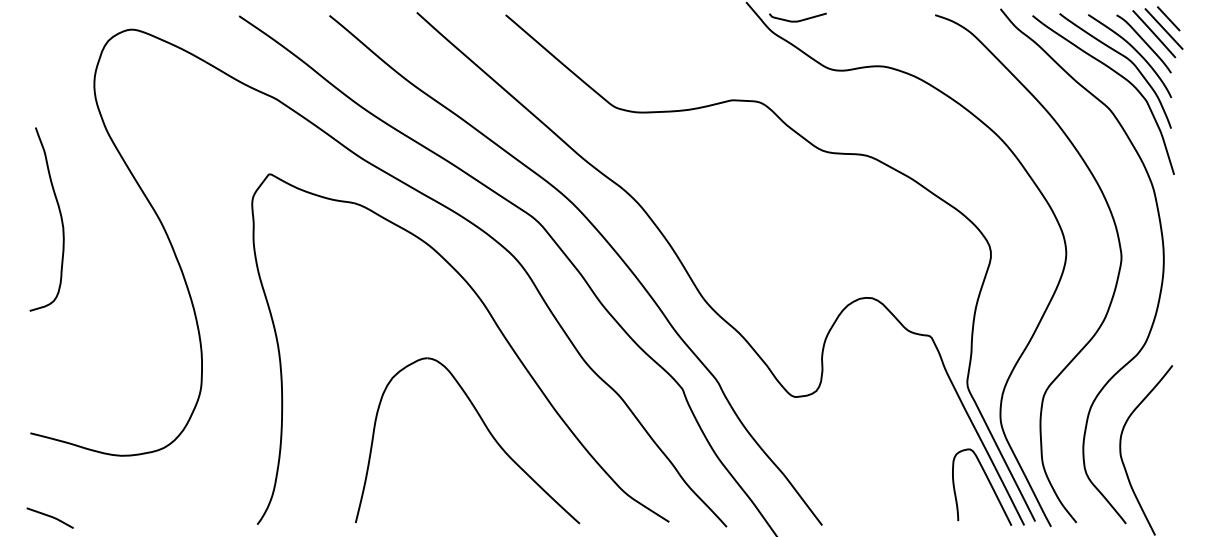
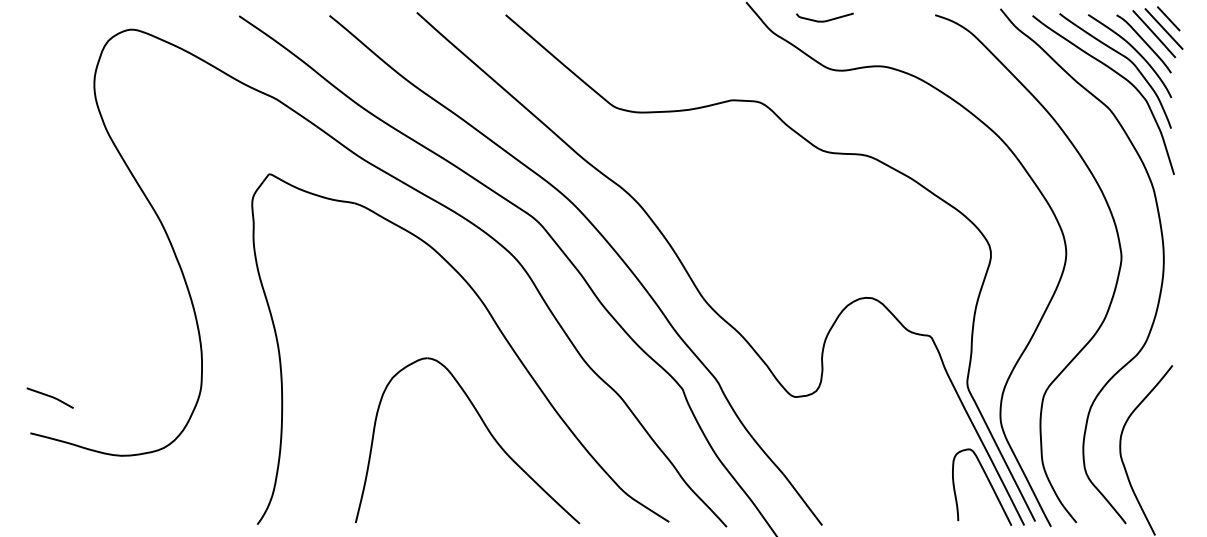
curve at (797, 20) position: (797, 20) -> (824, 20)
curve at (59, 214): present -> none
curve at (49, 517) position: (49, 517) -> (49, 397)
